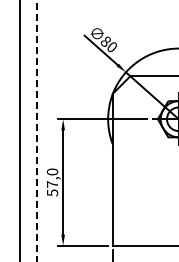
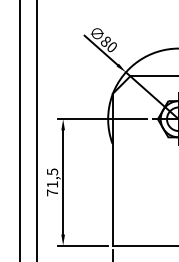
line at (36, 131): dashed -> solid
text at (52, 182): 57,0 -> 71,5
